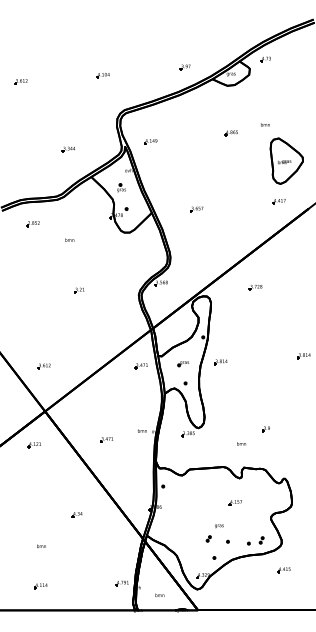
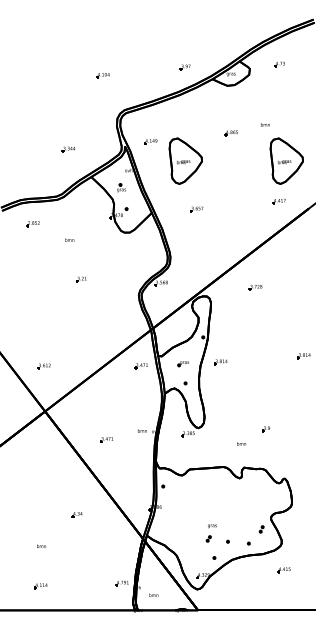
part at (265, 59) position: (265, 59) -> (279, 64)
part at (20, 81): present -> none
part at (185, 160): none -> present
part at (79, 290) position: (79, 290) -> (81, 279)
part at (33, 445): present -> none
part at (234, 502): present -> none
text at (219, 526) position: (219, 526) -> (212, 526)
part at (261, 540) position: (261, 540) -> (261, 529)
text at (159, 594) position: (159, 594) -> (153, 594)
